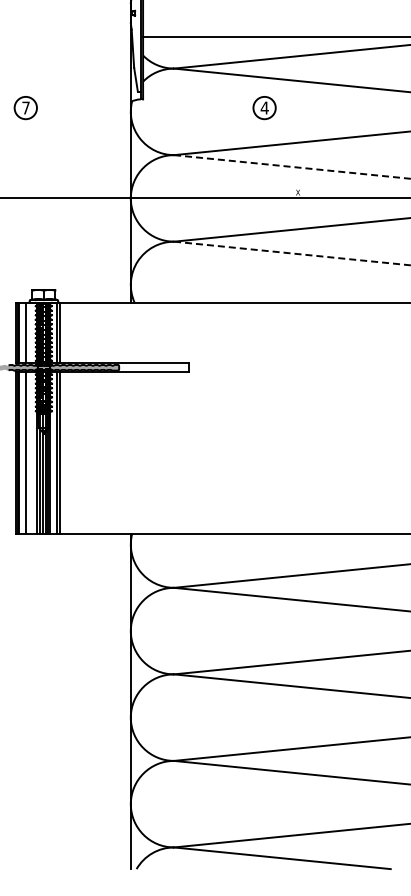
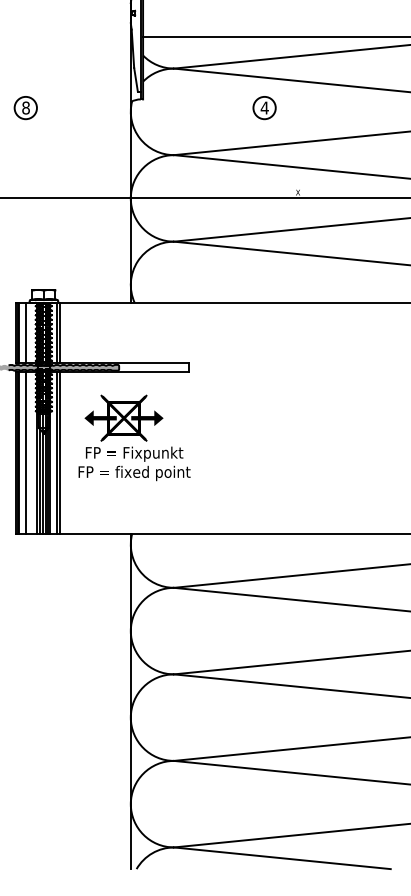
text at (25, 107): 7 -> 8
line at (292, 166): dashed -> solid
line at (292, 253): dashed -> solid
part at (134, 437): none -> present
